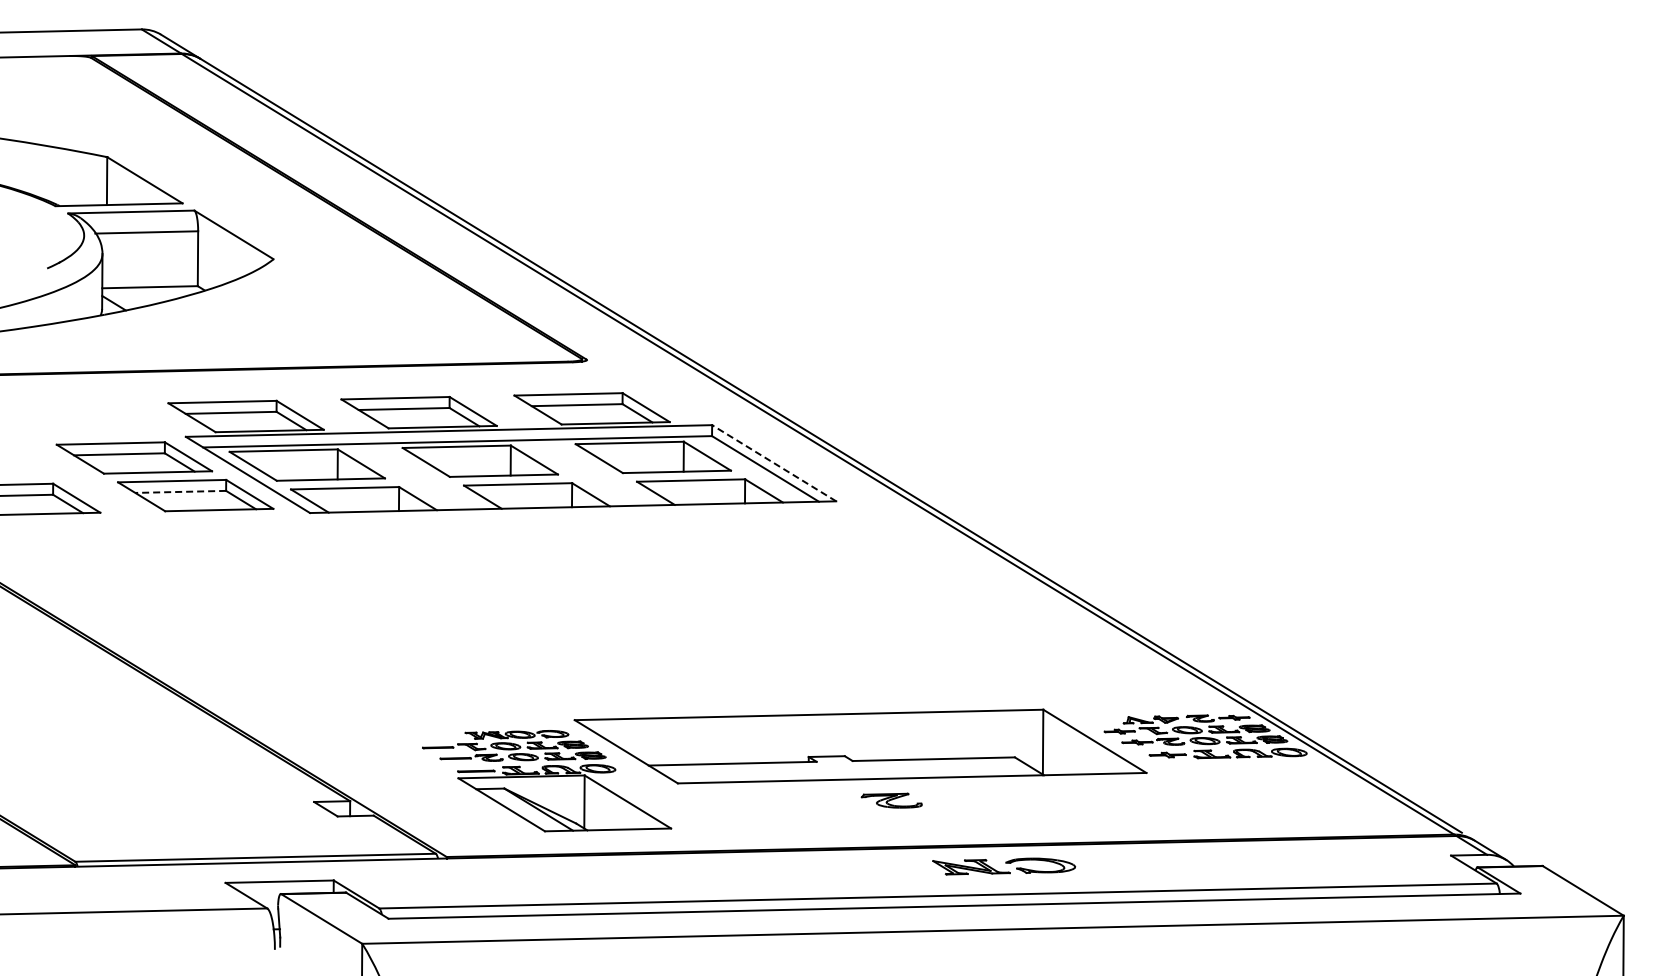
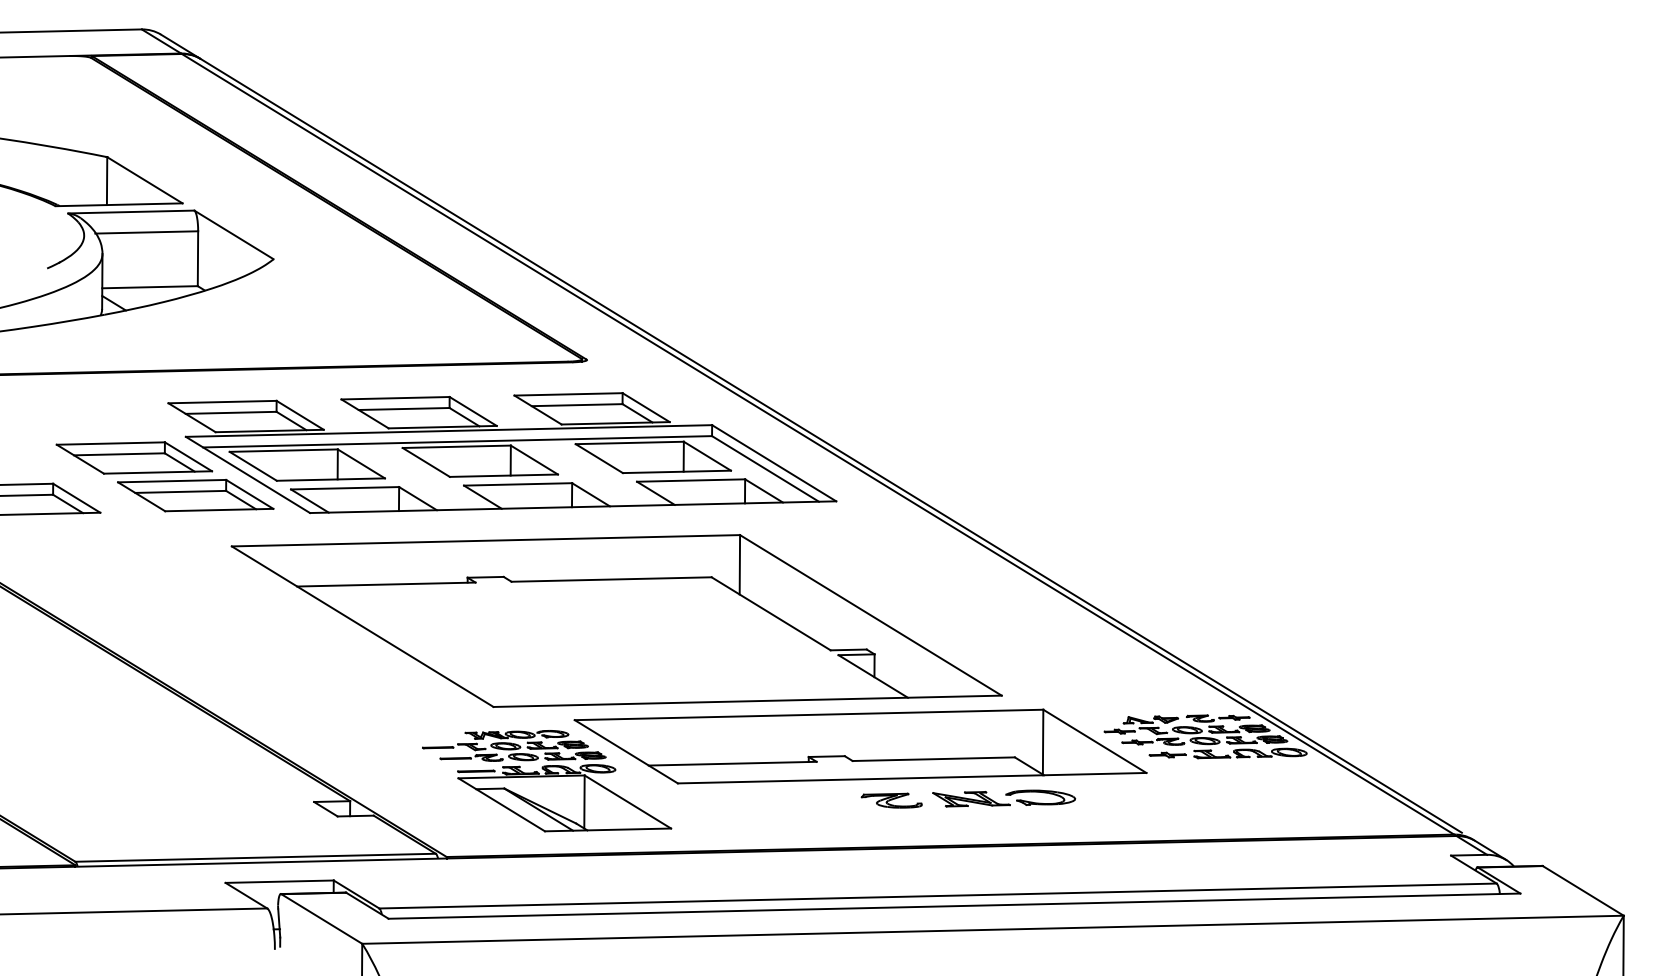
line at (774, 463): dashed -> solid
line at (180, 491): dashed -> solid
part at (616, 620): none -> present
part at (1004, 866) position: (1004, 866) -> (1004, 798)
